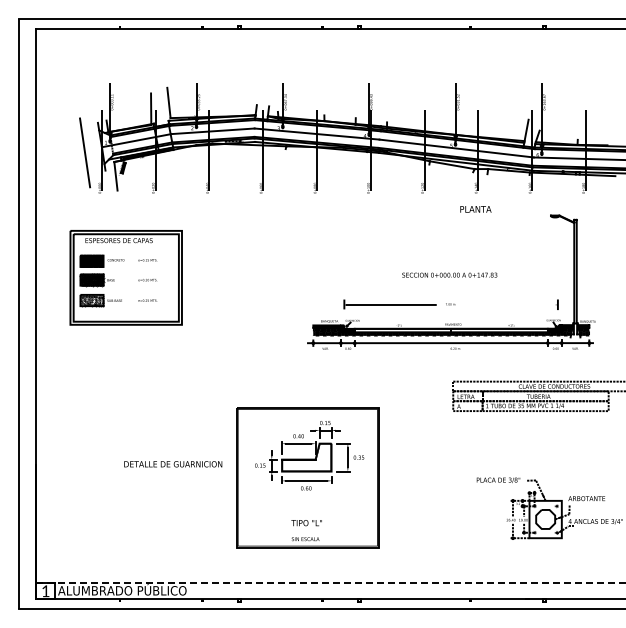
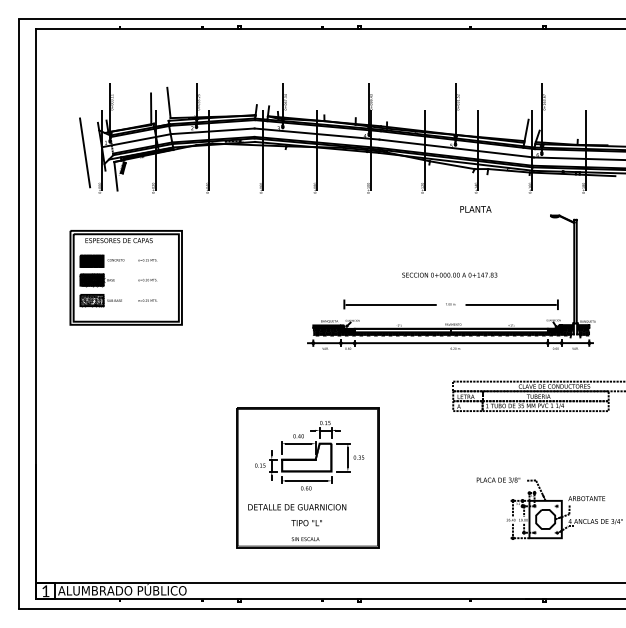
line at (510, 304): none -> present
text at (173, 464) position: (173, 464) -> (297, 507)
line at (331, 582): dashed -> solid
